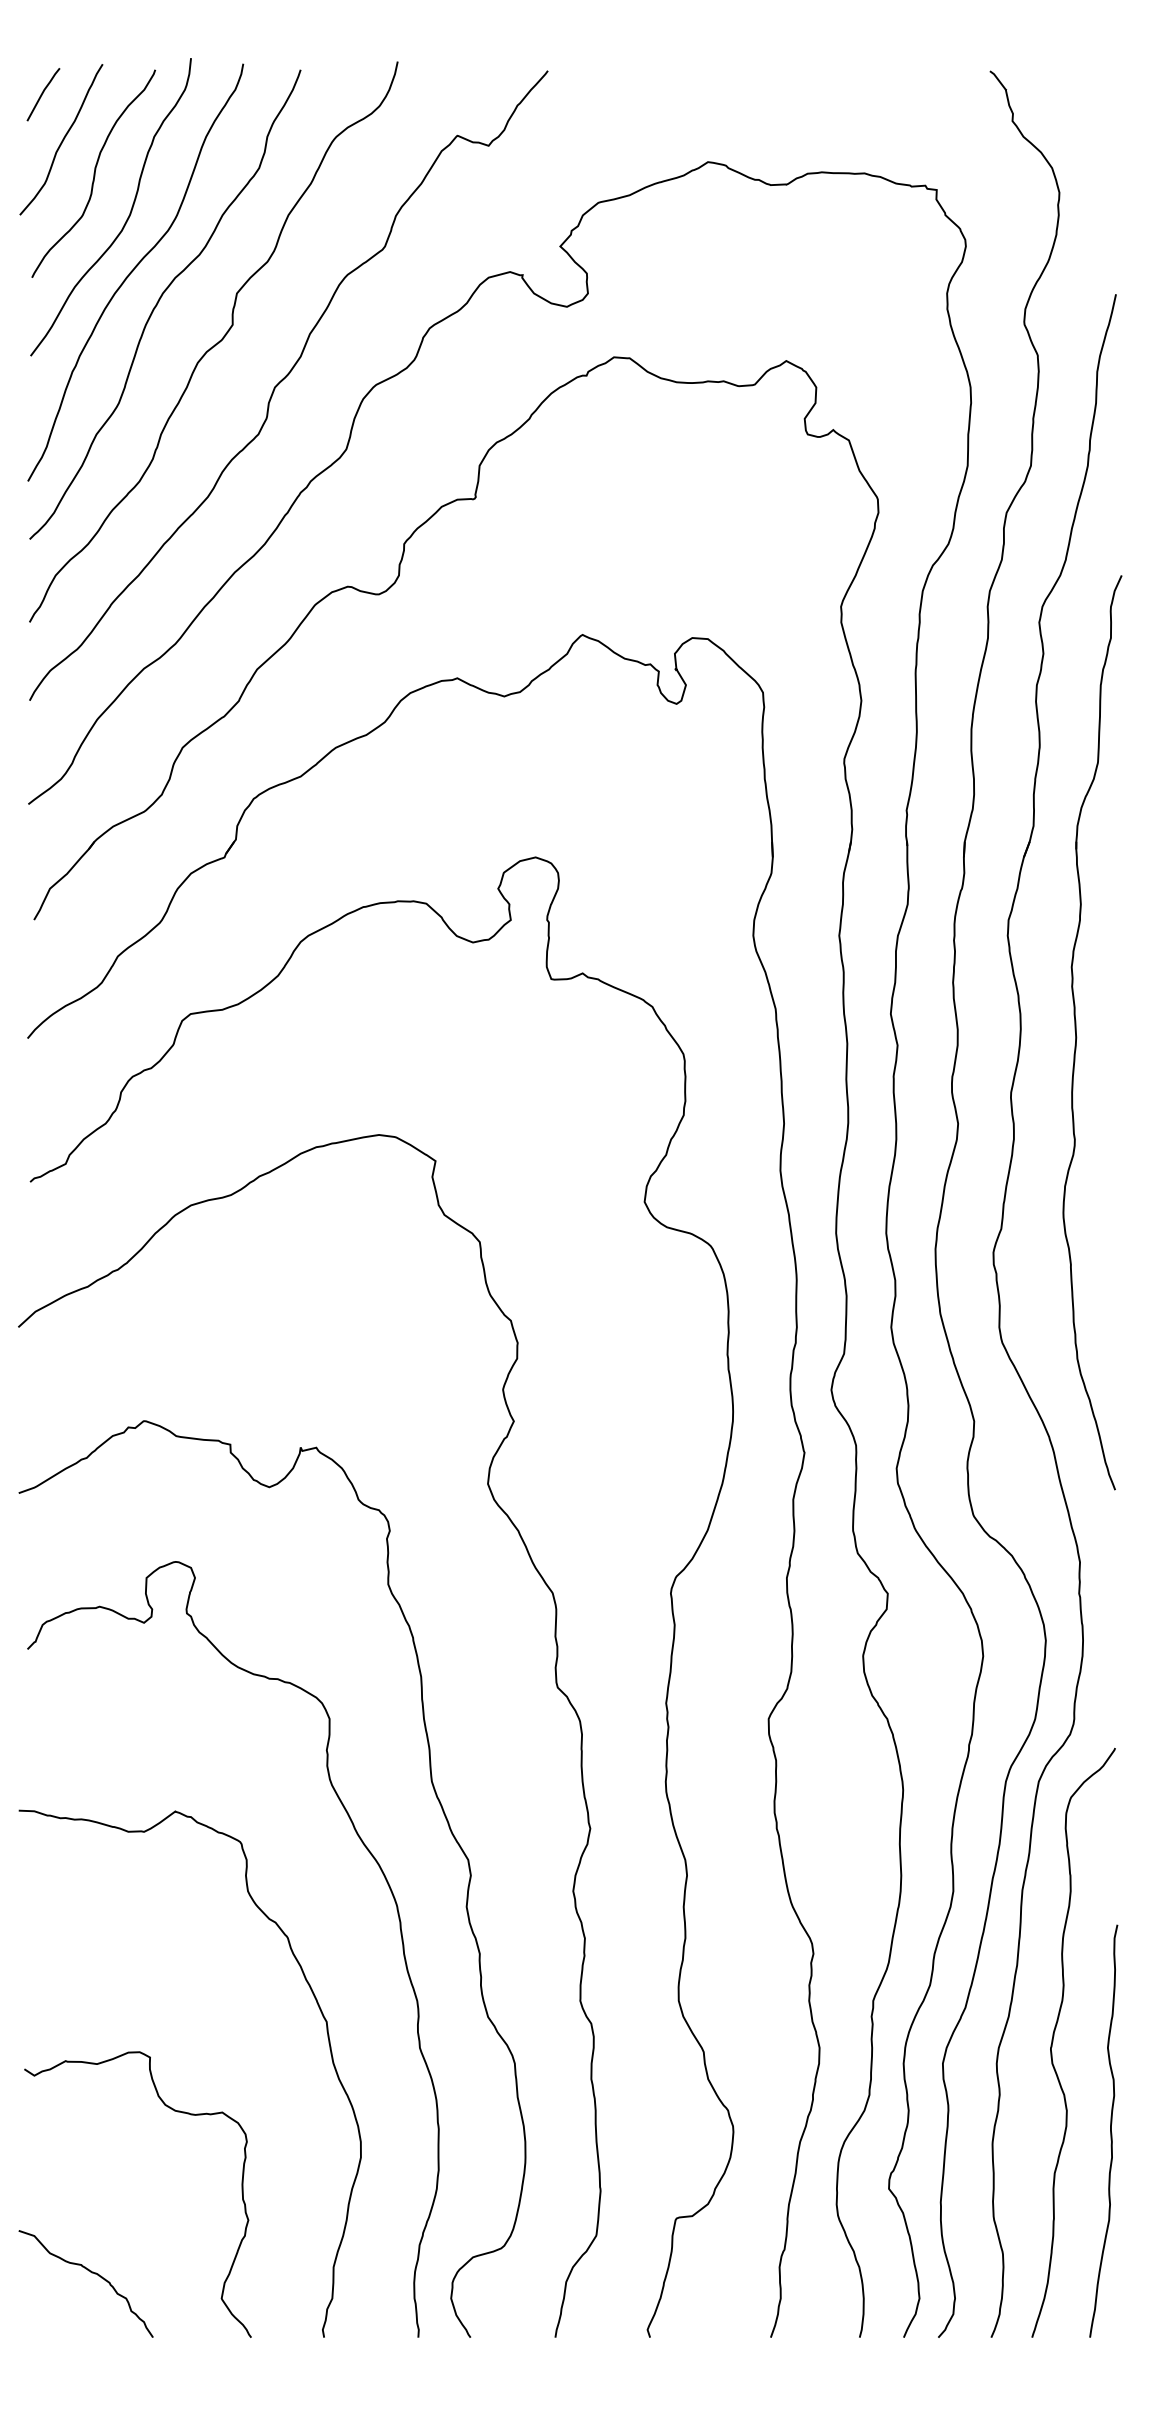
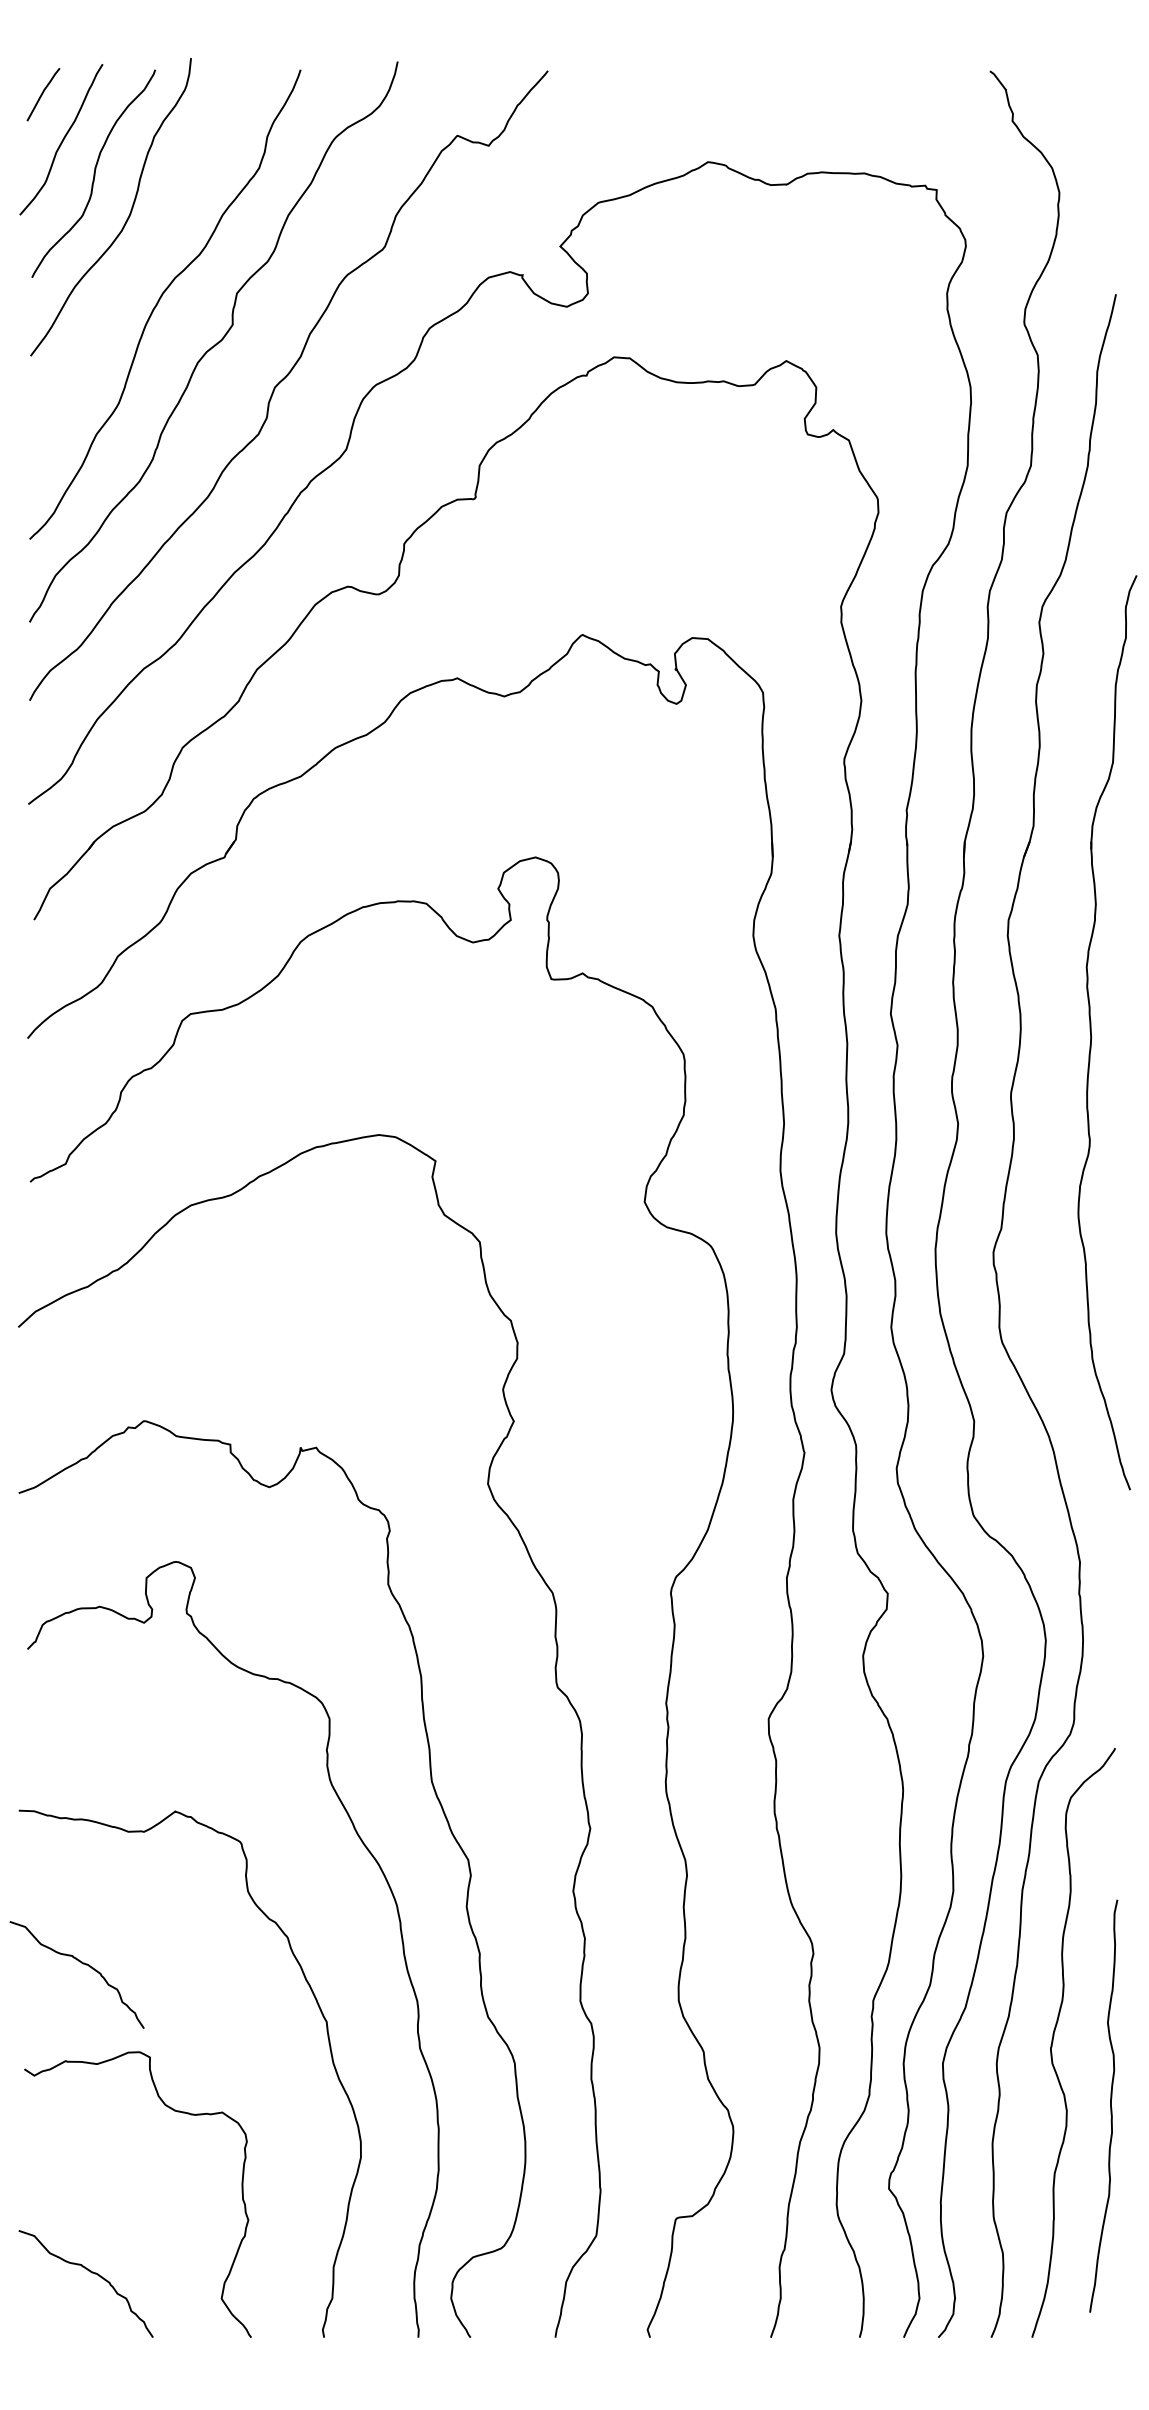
curve at (134, 270): present -> none
part at (1077, 1037) position: (1077, 1037) -> (1092, 1037)
curve at (82, 1964): none -> present
curve at (1110, 2130) position: (1110, 2130) -> (1110, 2105)
